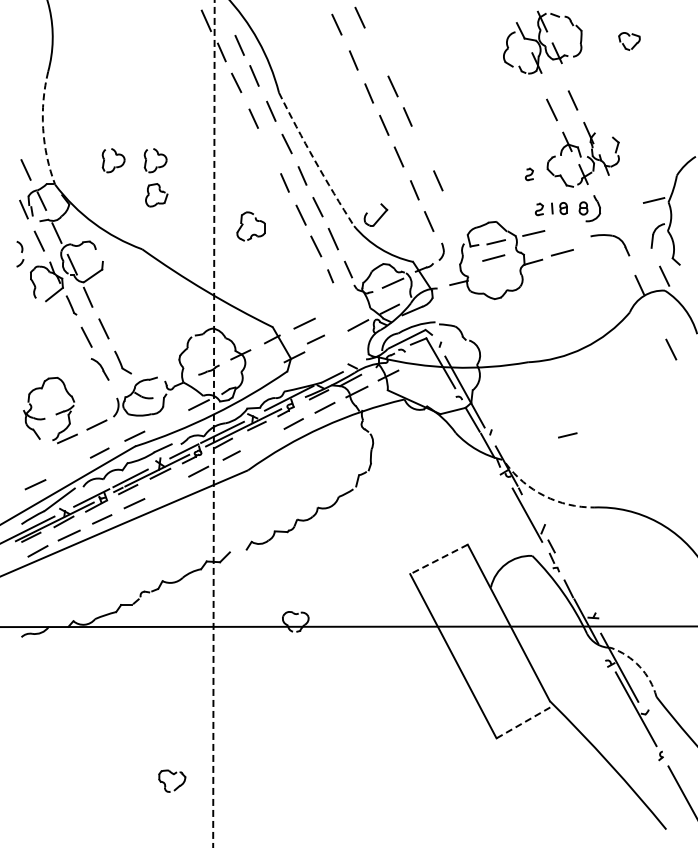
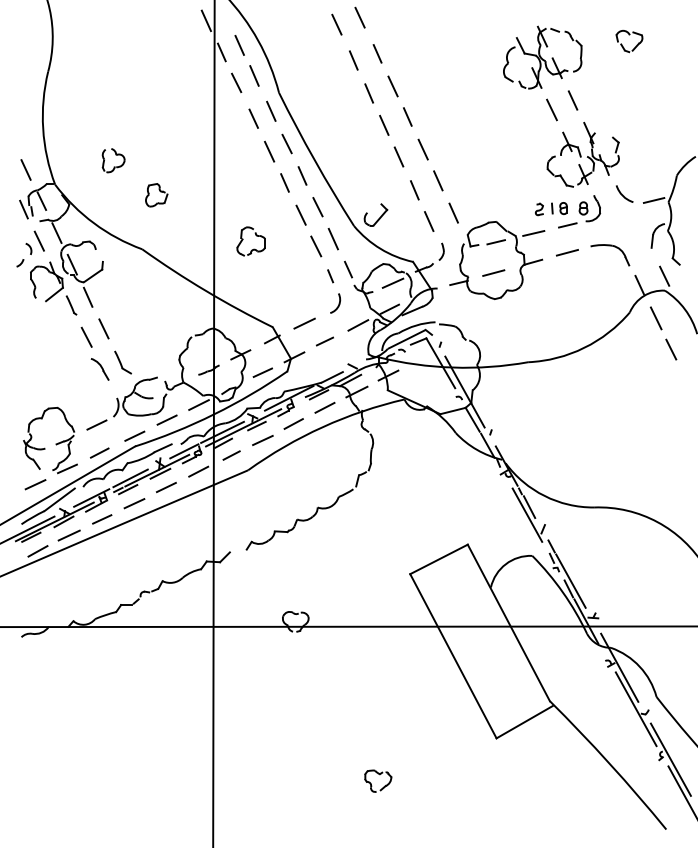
part at (629, 41) size: 23x19 px -> 29x25 px
part at (542, 42) position: (542, 42) -> (542, 57)
line at (377, 53): none -> present
arc at (43, 128): dashed -> solid
line at (422, 149): none -> present
line at (269, 151): none -> present
part at (155, 160): present -> none
arc at (314, 160): dashed -> solid
part at (529, 174): present -> none
arc at (623, 194): none -> present
line at (453, 212): none -> present
part at (243, 224) position: (243, 224) -> (243, 239)
part at (614, 237) position: (614, 237) -> (614, 247)
arc at (20, 245) position: (20, 245) -> (29, 247)
line at (562, 252) position: (562, 252) -> (567, 252)
line at (493, 257) position: (493, 257) -> (493, 272)
arc at (338, 303): none -> present
line at (655, 318): none -> present
line at (315, 339) position: (315, 339) -> (324, 341)
line at (262, 372): none -> present
part at (50, 410) position: (50, 410) -> (50, 440)
line at (166, 419): none -> present
line at (213, 424): dashed -> solid
line at (567, 435) position: (567, 435) -> (567, 225)
line at (262, 440): none -> present
line at (165, 487): none -> present
arc at (544, 495): dashed -> solid
line at (529, 507): none -> present
line at (438, 559): dashed -> solid
line at (570, 580): none -> present
arc at (639, 666): dashed -> solid
line at (525, 721): dashed -> solid
line at (670, 759): none -> present
part at (172, 780) position: (172, 780) -> (378, 780)
